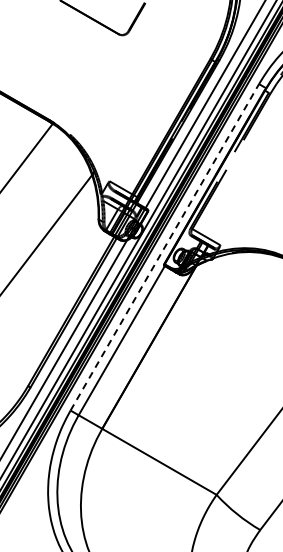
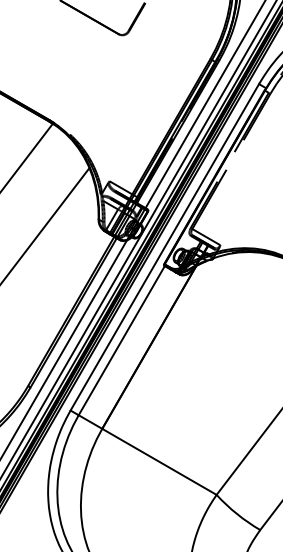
line at (48, 232) position: (48, 232) -> (45, 225)
line at (165, 246): dashed -> solid
